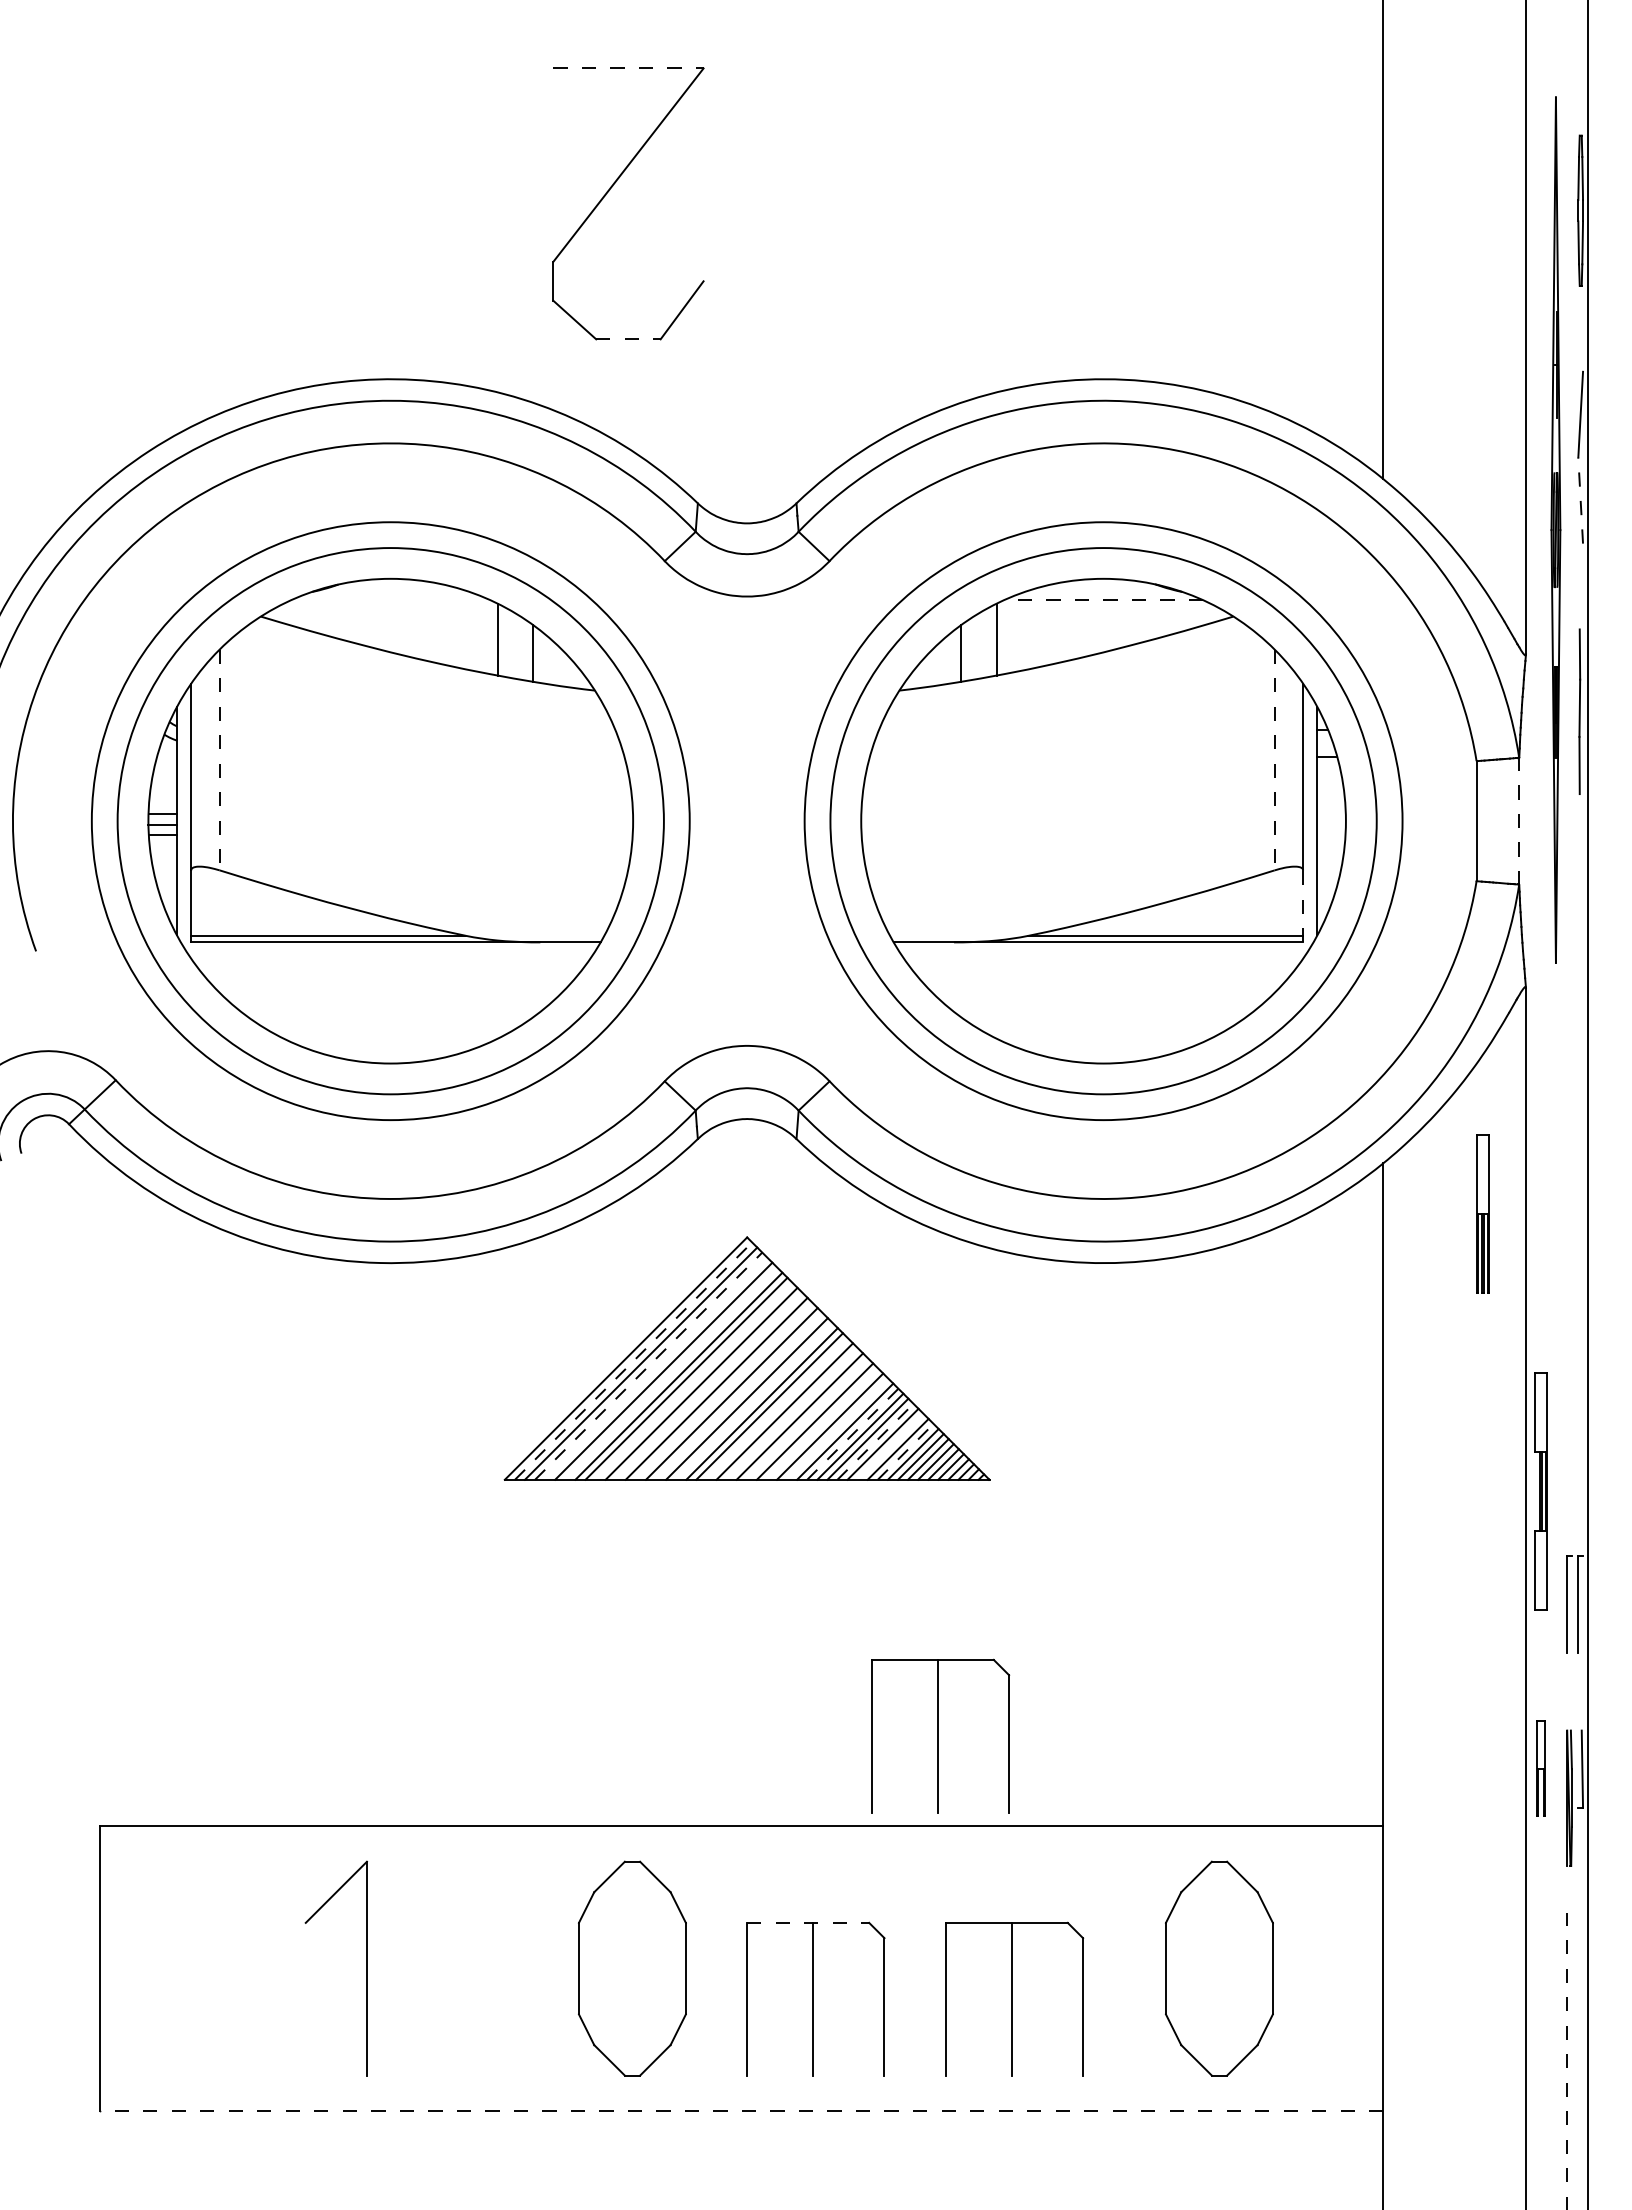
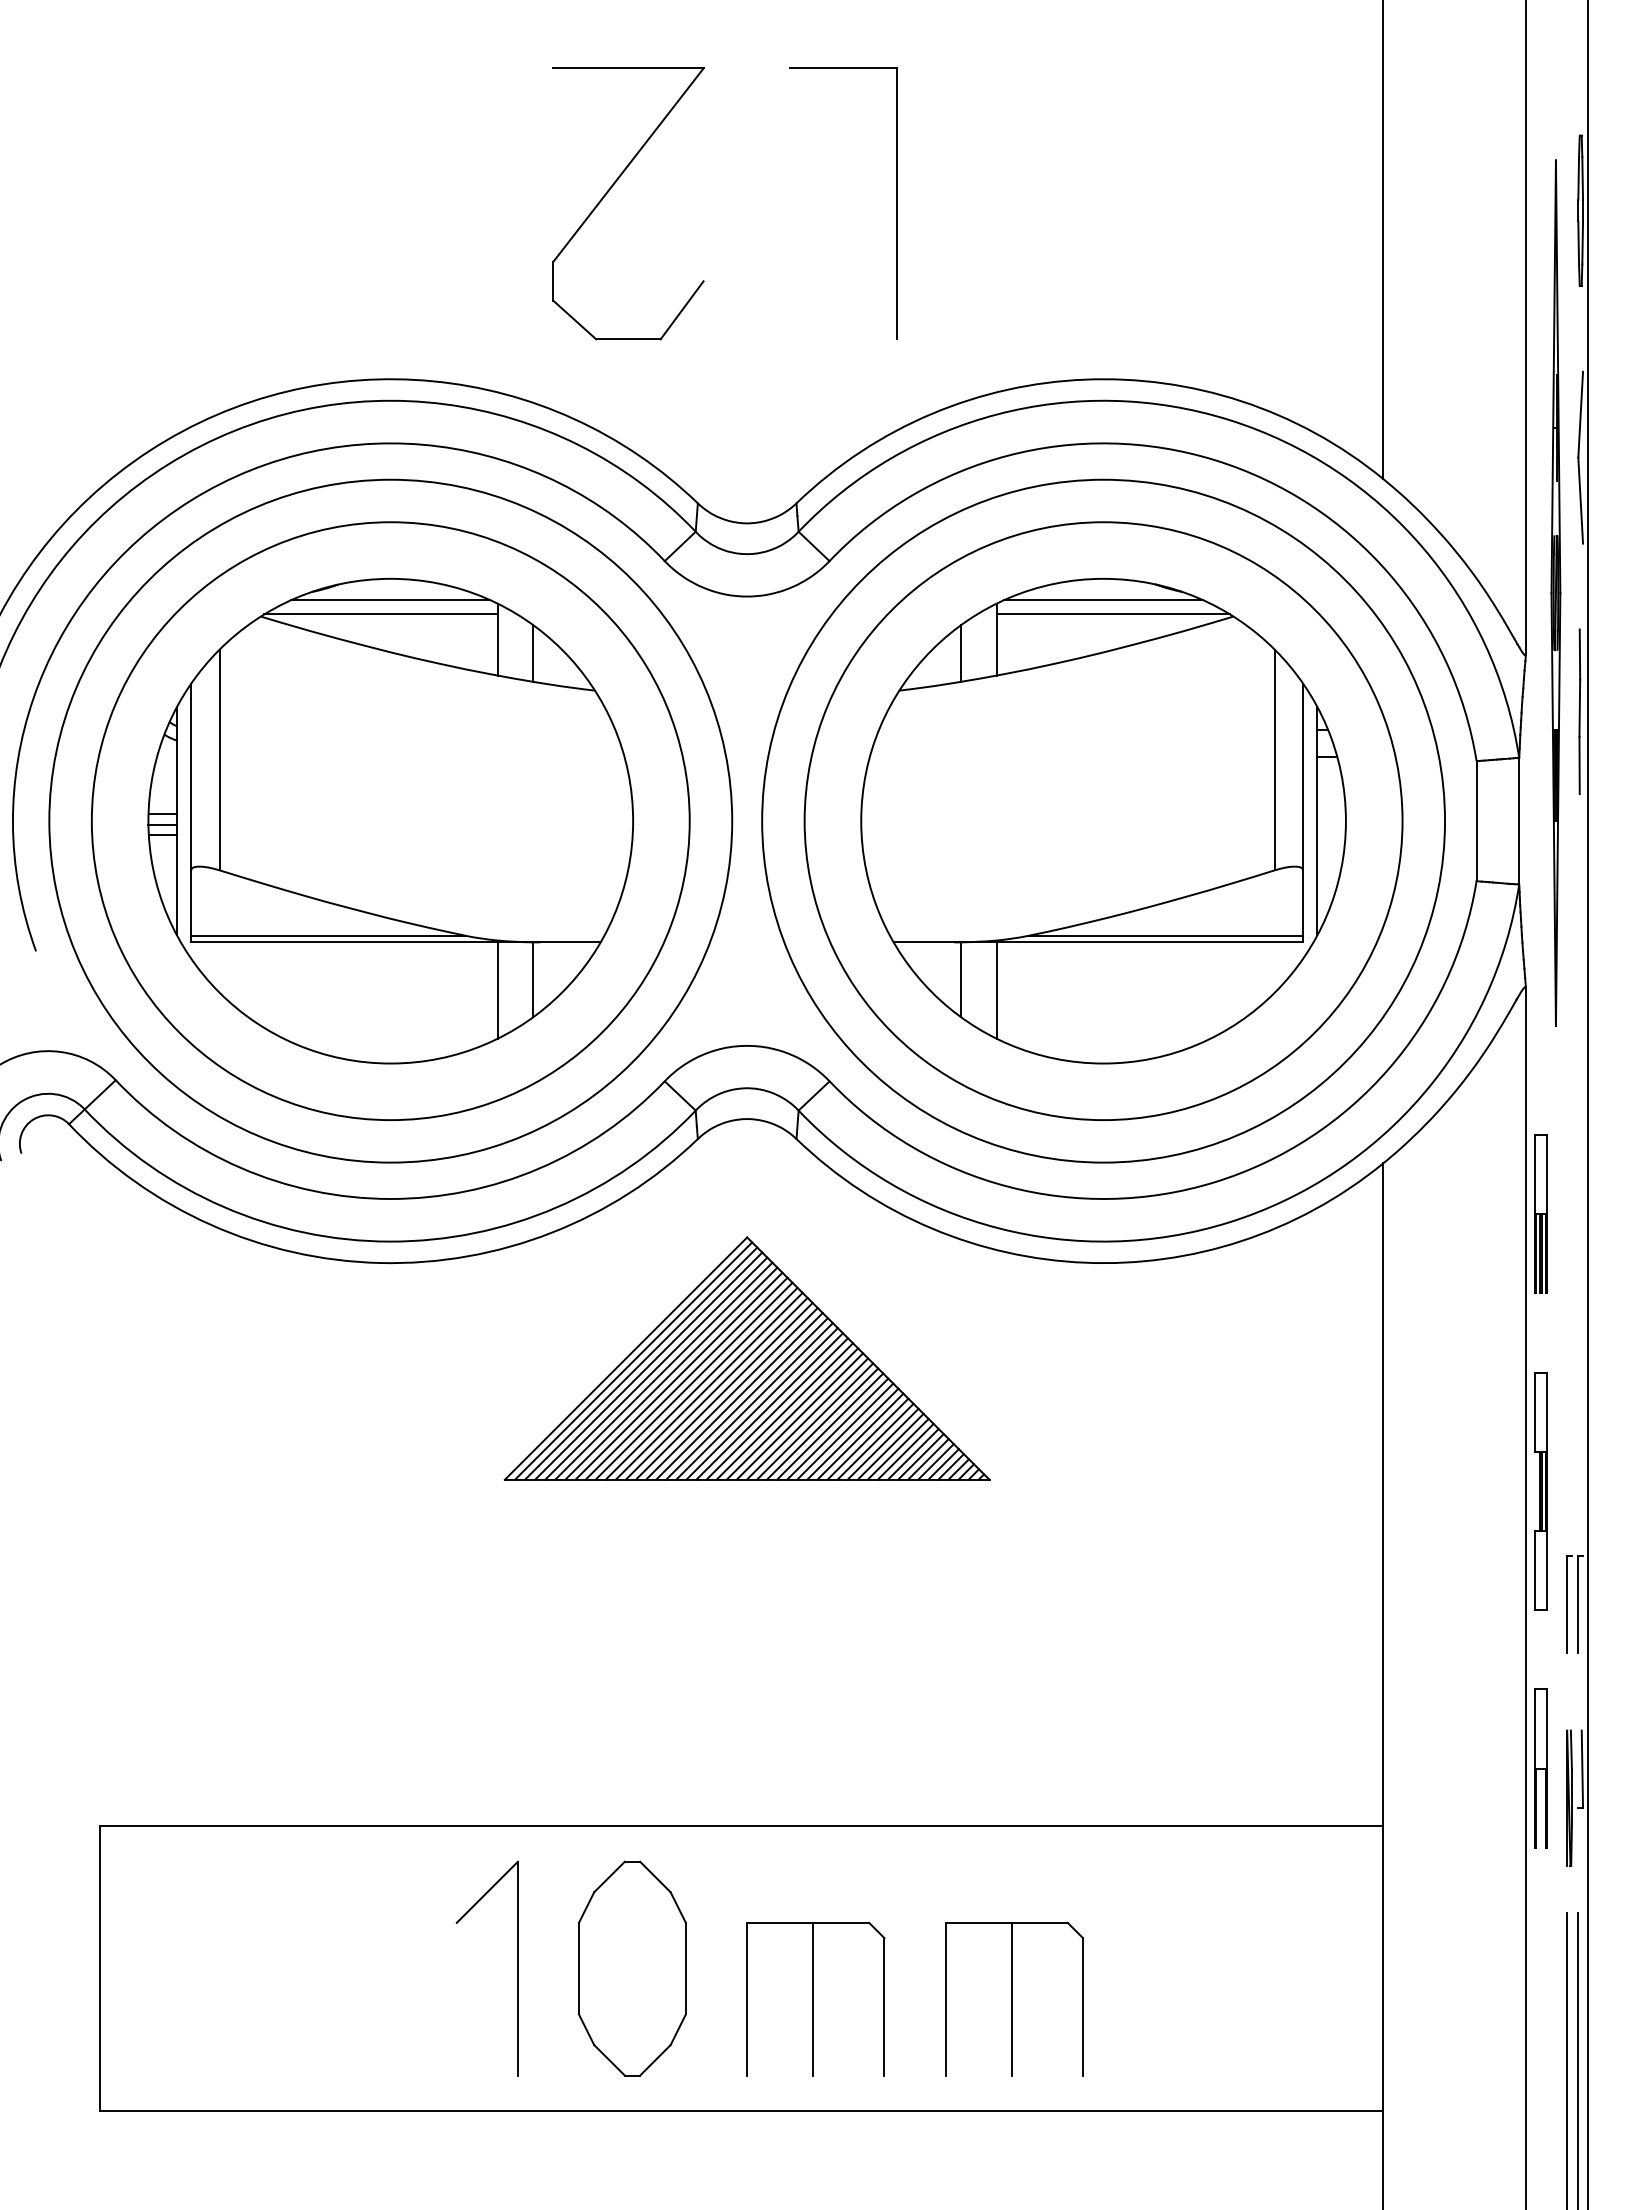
line at (628, 68): dashed -> solid
part at (896, 203): none -> present
line at (628, 339): dashed -> solid
line at (1580, 500): dashed -> solid
part at (1555, 529) position: (1555, 529) -> (1555, 592)
line at (390, 600): none -> present
line at (1103, 600): dashed -> solid
line at (380, 614): none -> present
line at (1113, 614): none -> present
line at (219, 760): dashed -> solid
line at (1274, 760): dashed -> solid
line at (1519, 820): dashed -> solid
circle at (390, 821) diameter: 546 px -> 683 px
circle at (1103, 821) diameter: 546 px -> 683 px
line at (1303, 906): dashed -> solid
line at (533, 979): none -> present
line at (961, 979): none -> present
line at (497, 990): none -> present
line at (996, 990): none -> present
part at (1482, 1213) position: (1482, 1213) -> (1540, 1213)
line at (633, 1361): dashed -> solid
line at (648, 1366): dashed -> solid
line at (656, 1368): none -> present
line at (671, 1373): none -> present
line at (693, 1380): none -> present
line at (708, 1385): none -> present
line at (723, 1391): none -> present
line at (739, 1396): none -> present
line at (754, 1401): none -> present
line at (776, 1408): none -> present
line at (792, 1413): none -> present
line at (807, 1418): none -> present
line at (822, 1423): none -> present
line at (837, 1428): none -> present
line at (853, 1433): dashed -> solid
line at (875, 1441): dashed -> solid
line at (890, 1446): none -> present
line at (905, 1451): dashed -> solid
part at (940, 1735): present -> none
part at (1540, 1768) size: 10x97 px -> 14x161 px
line at (808, 1922): dashed -> solid
part at (366, 1968) position: (366, 1968) -> (517, 1968)
part at (1219, 1968): present -> none
line at (1578, 2059): none -> present
line at (1567, 2060): dashed -> solid
line at (741, 2111): dashed -> solid
